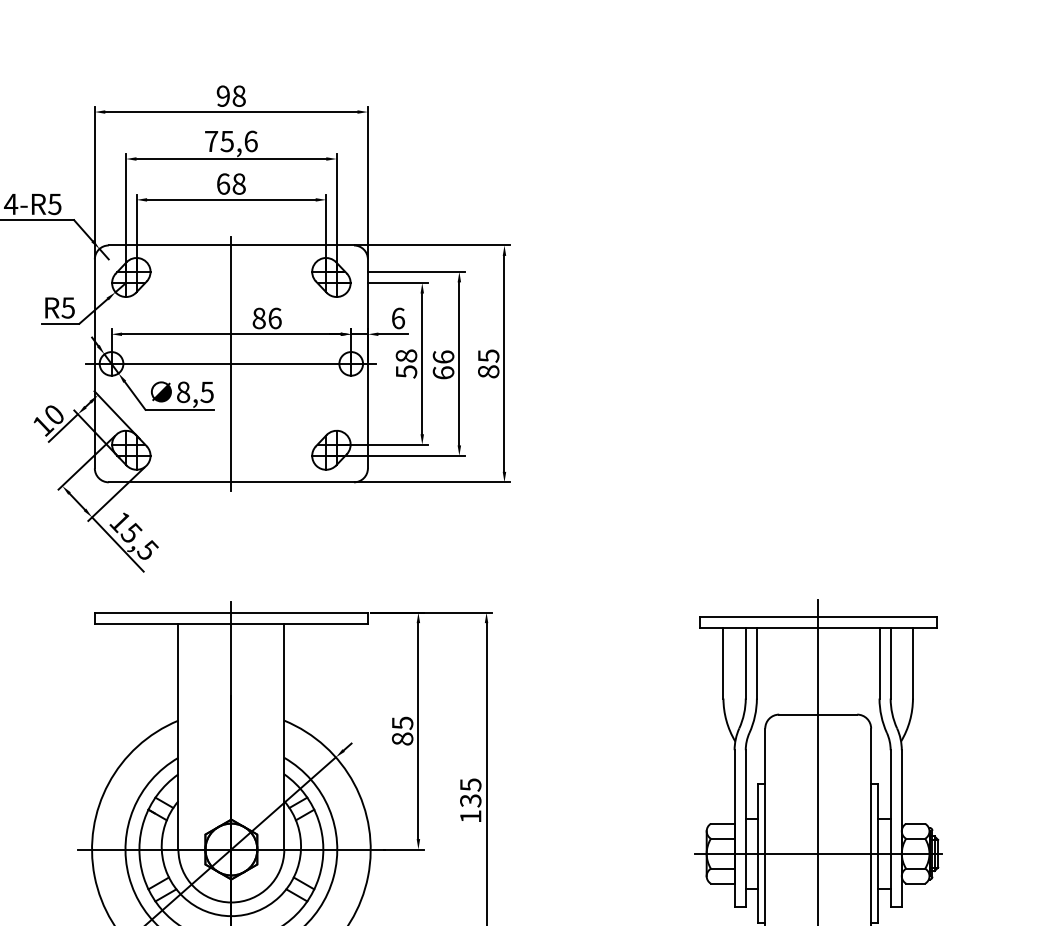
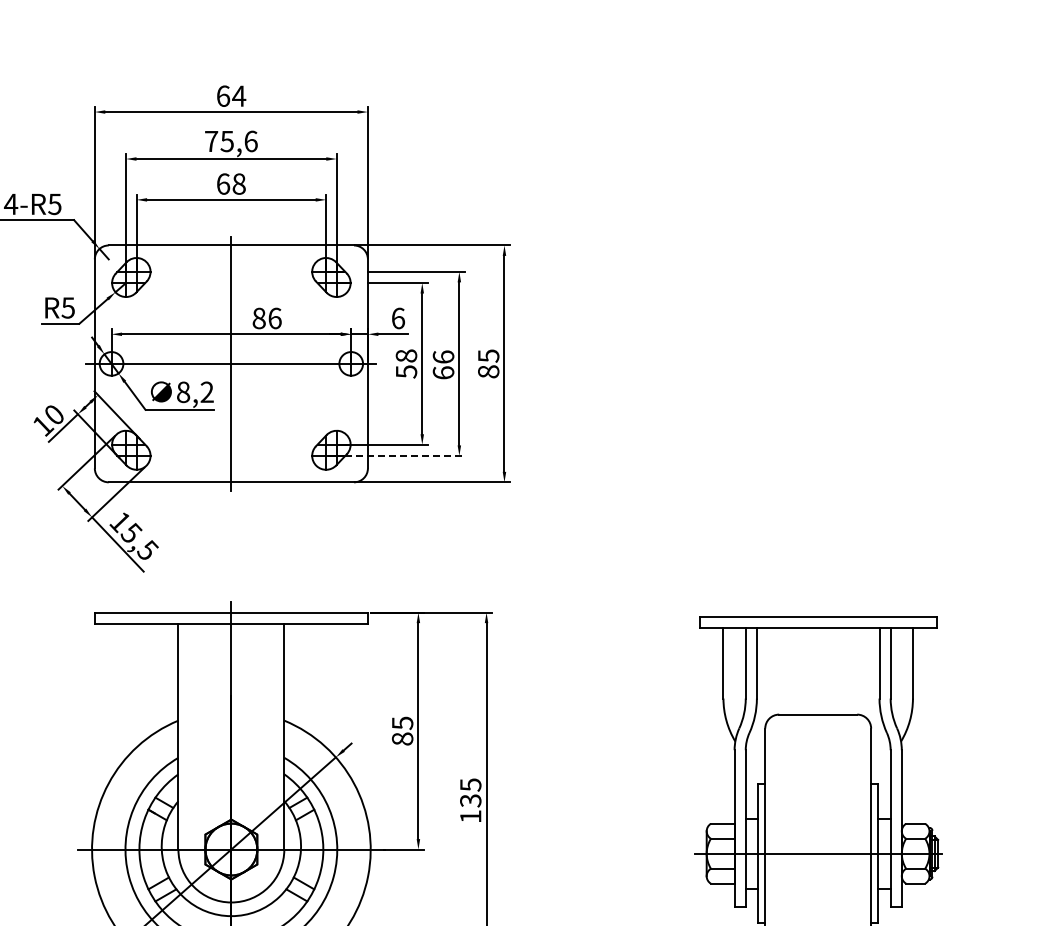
text at (231, 95): 98 -> 64
text at (206, 392): 8,5 -> 8,2
line at (404, 455): solid -> dashed
line at (818, 761): present -> none
